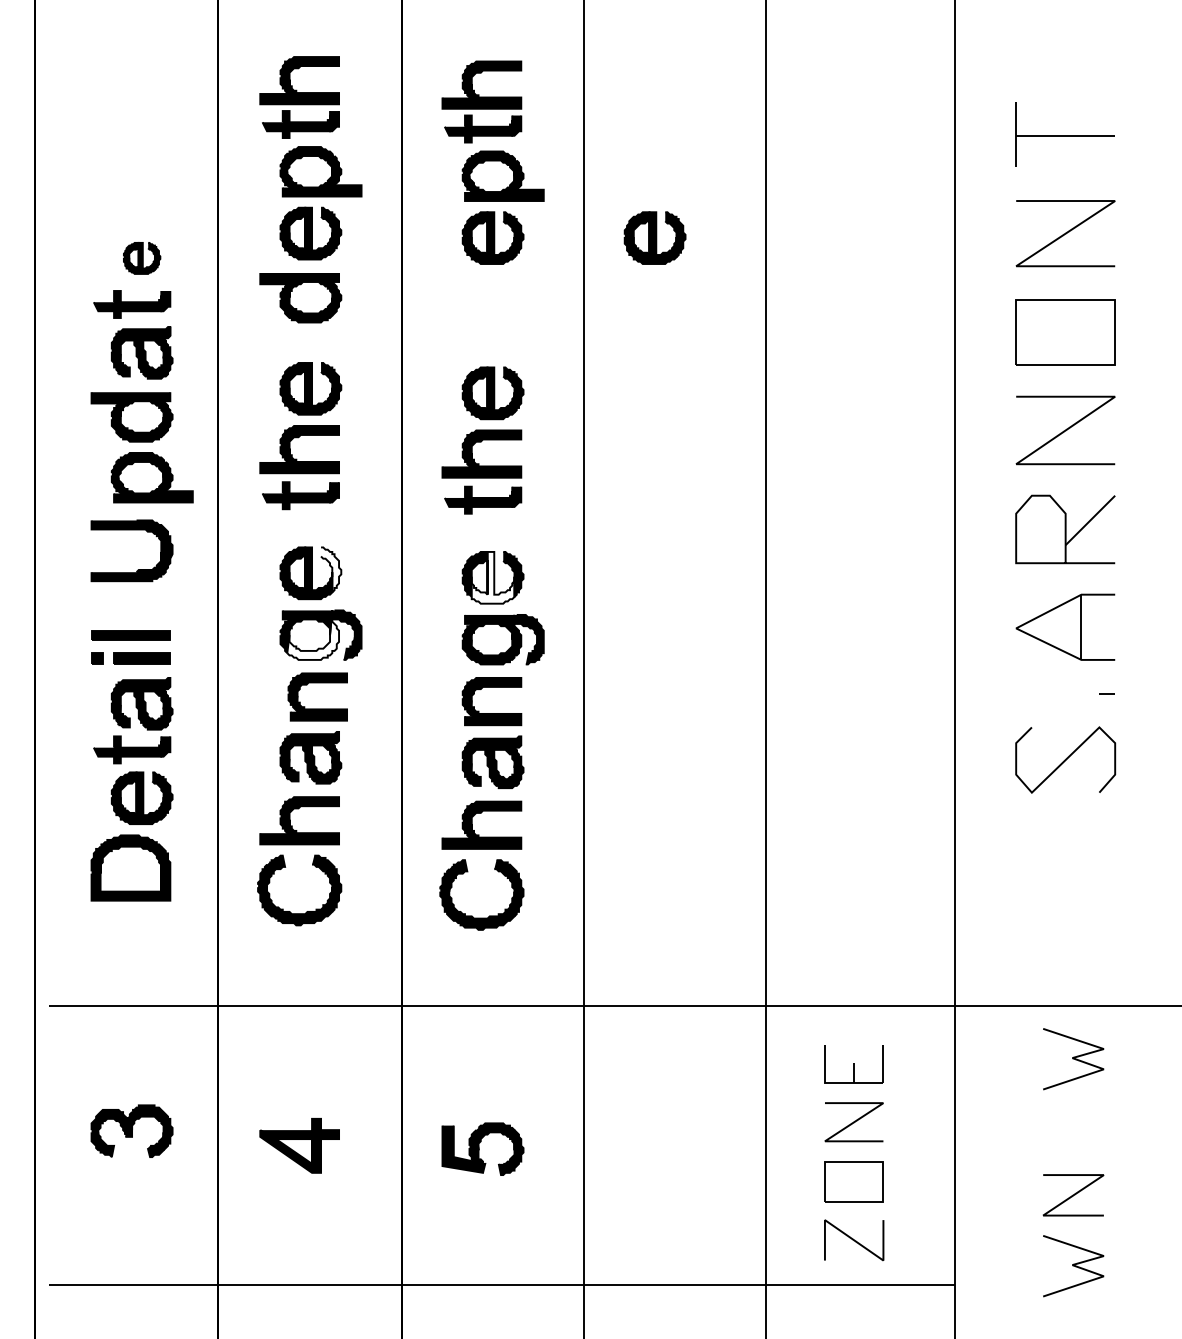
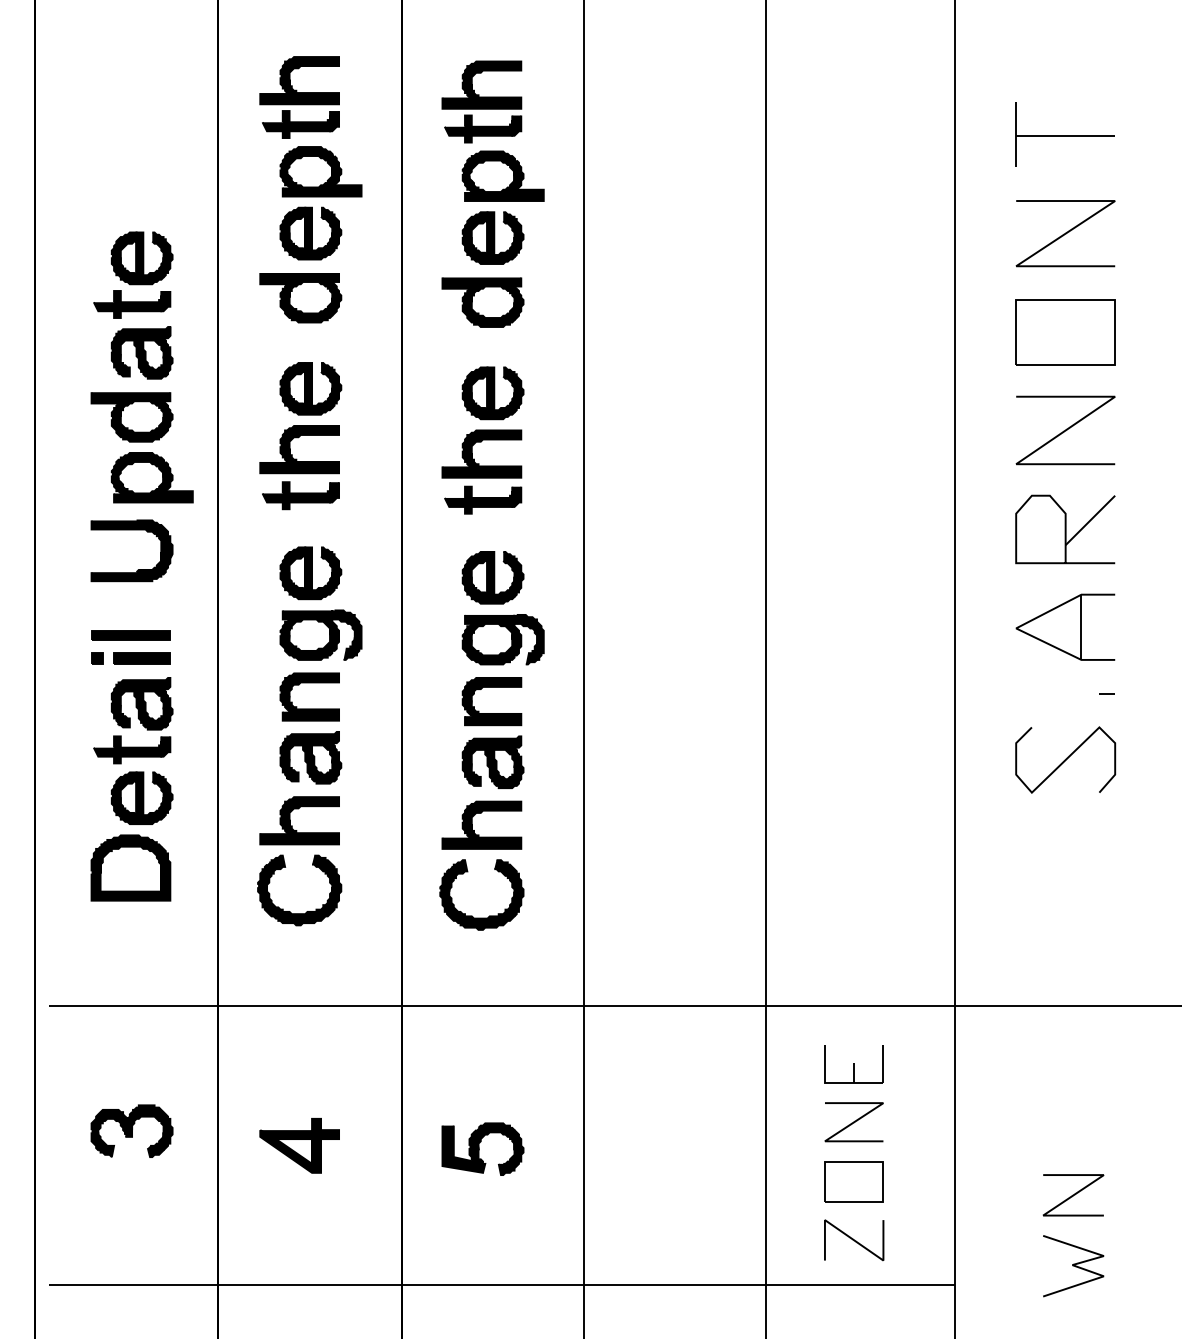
part at (654, 237): present -> none
part at (142, 258) size: 39x33 px -> 64x55 px
part at (482, 302): none -> present
fill at (331, 569): none -> present
fill at (492, 577): none -> present
fill at (313, 634): none -> present
part at (317, 708) position: (317, 708) -> (309, 708)
line at (1073, 1059): present -> none
